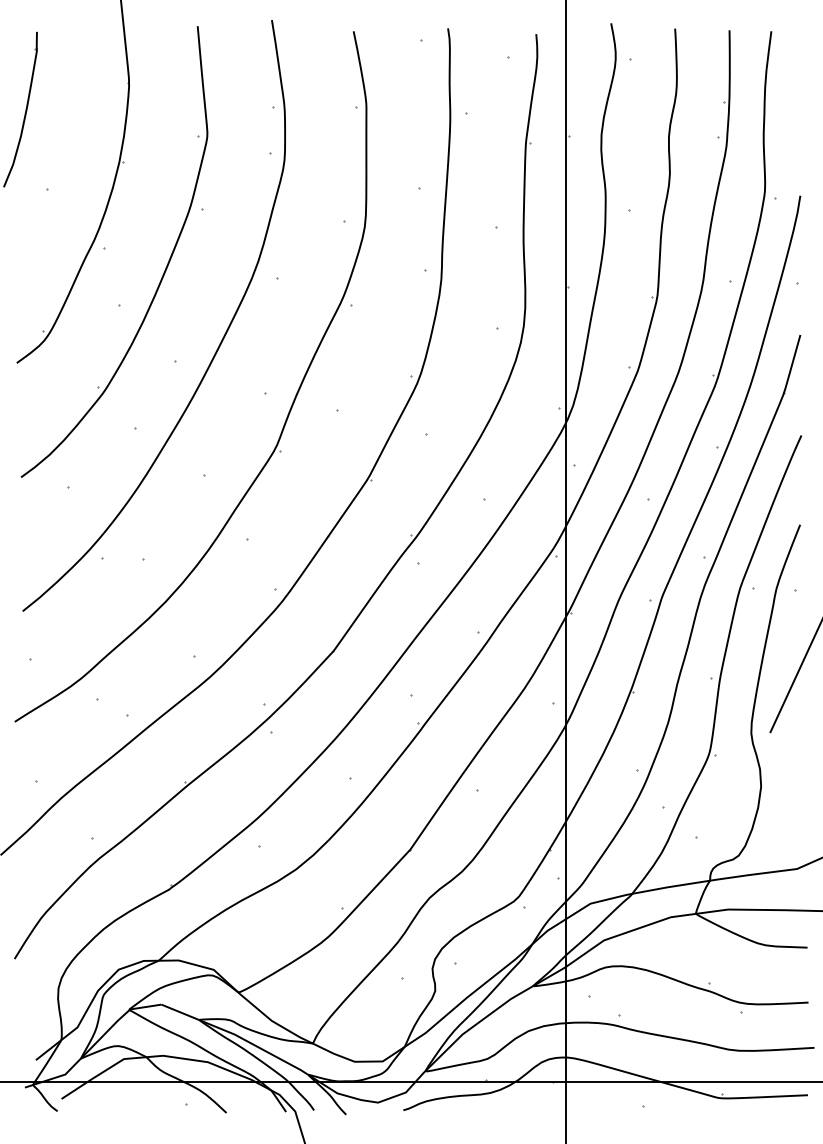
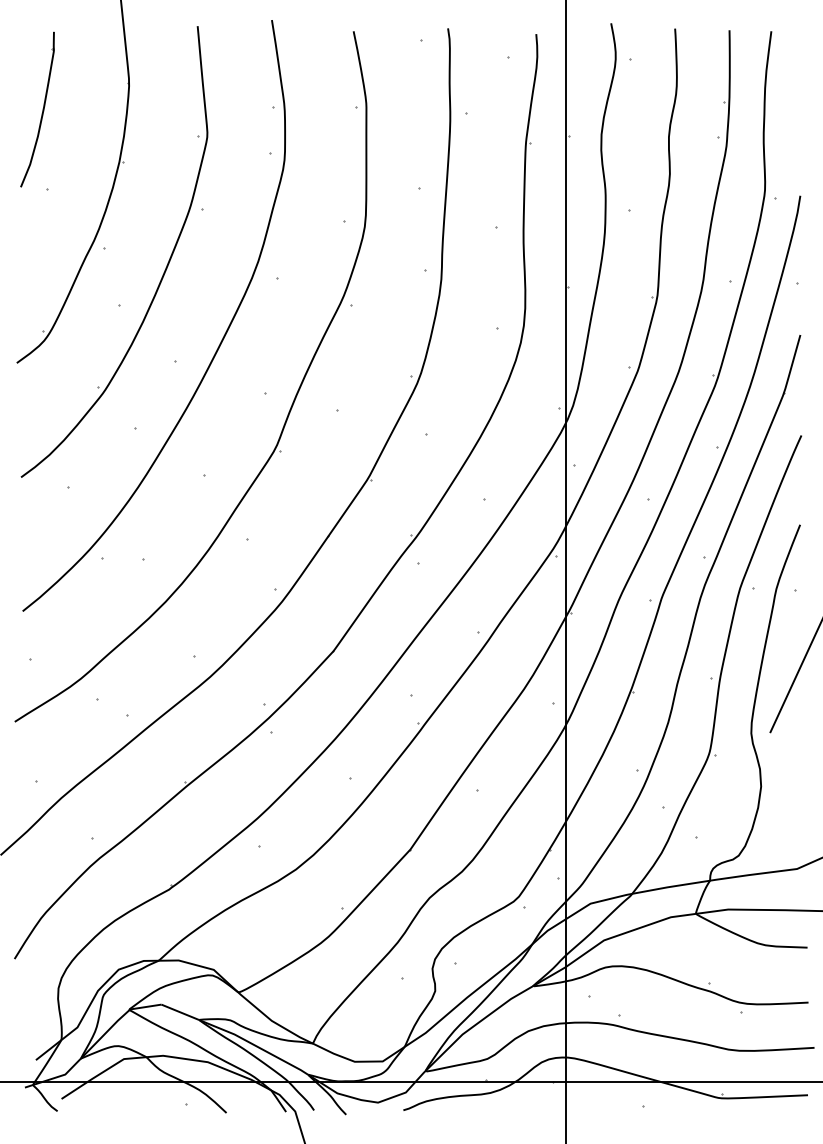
part at (20, 109) position: (20, 109) -> (37, 109)
